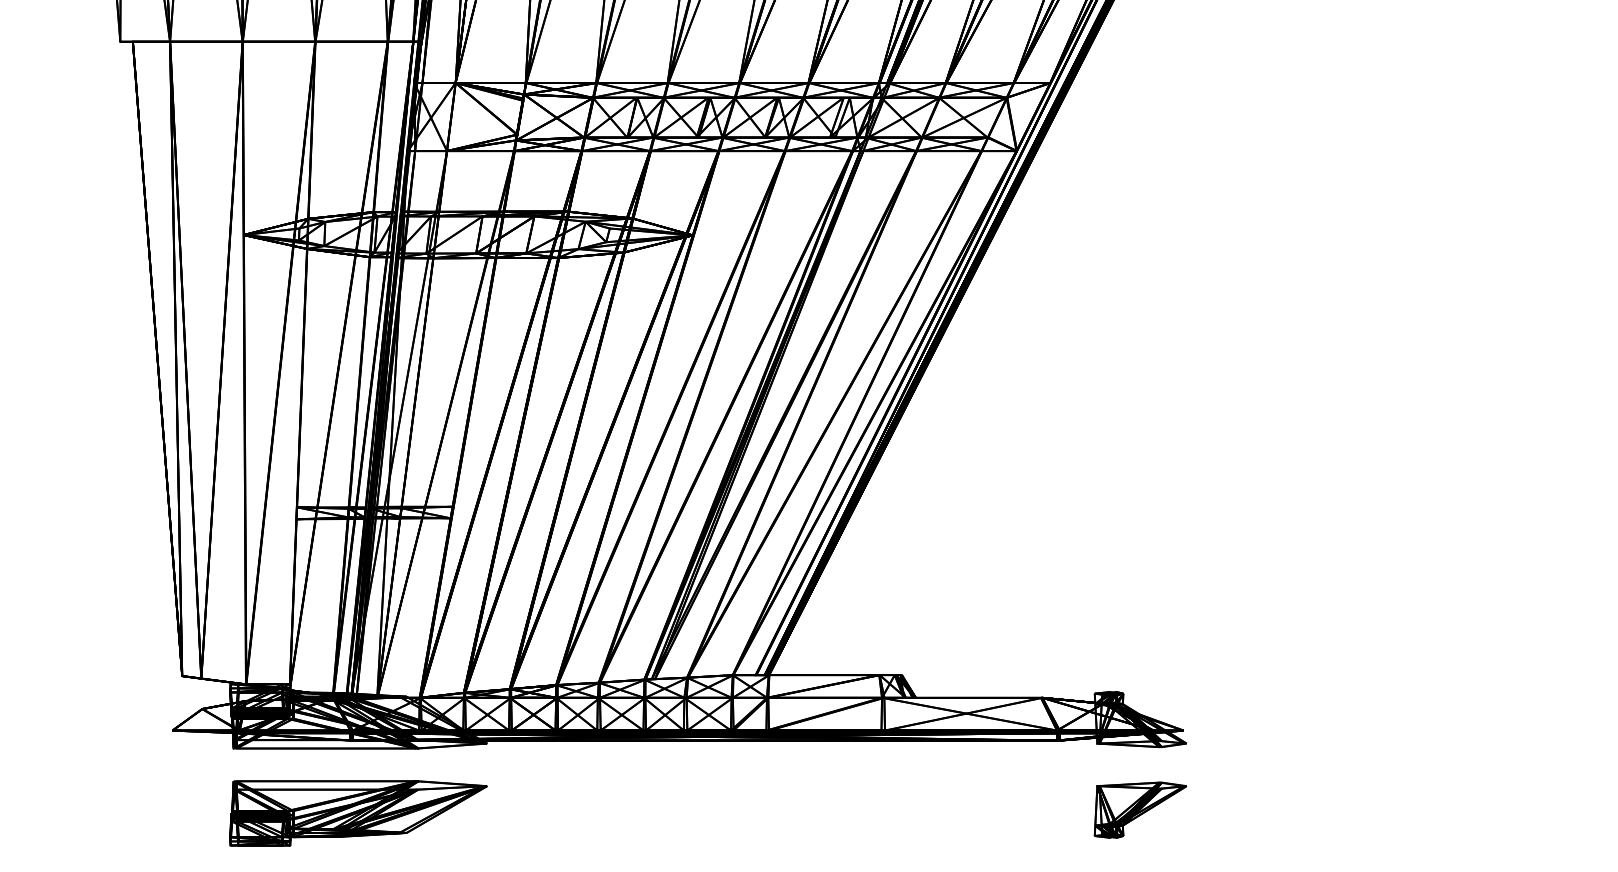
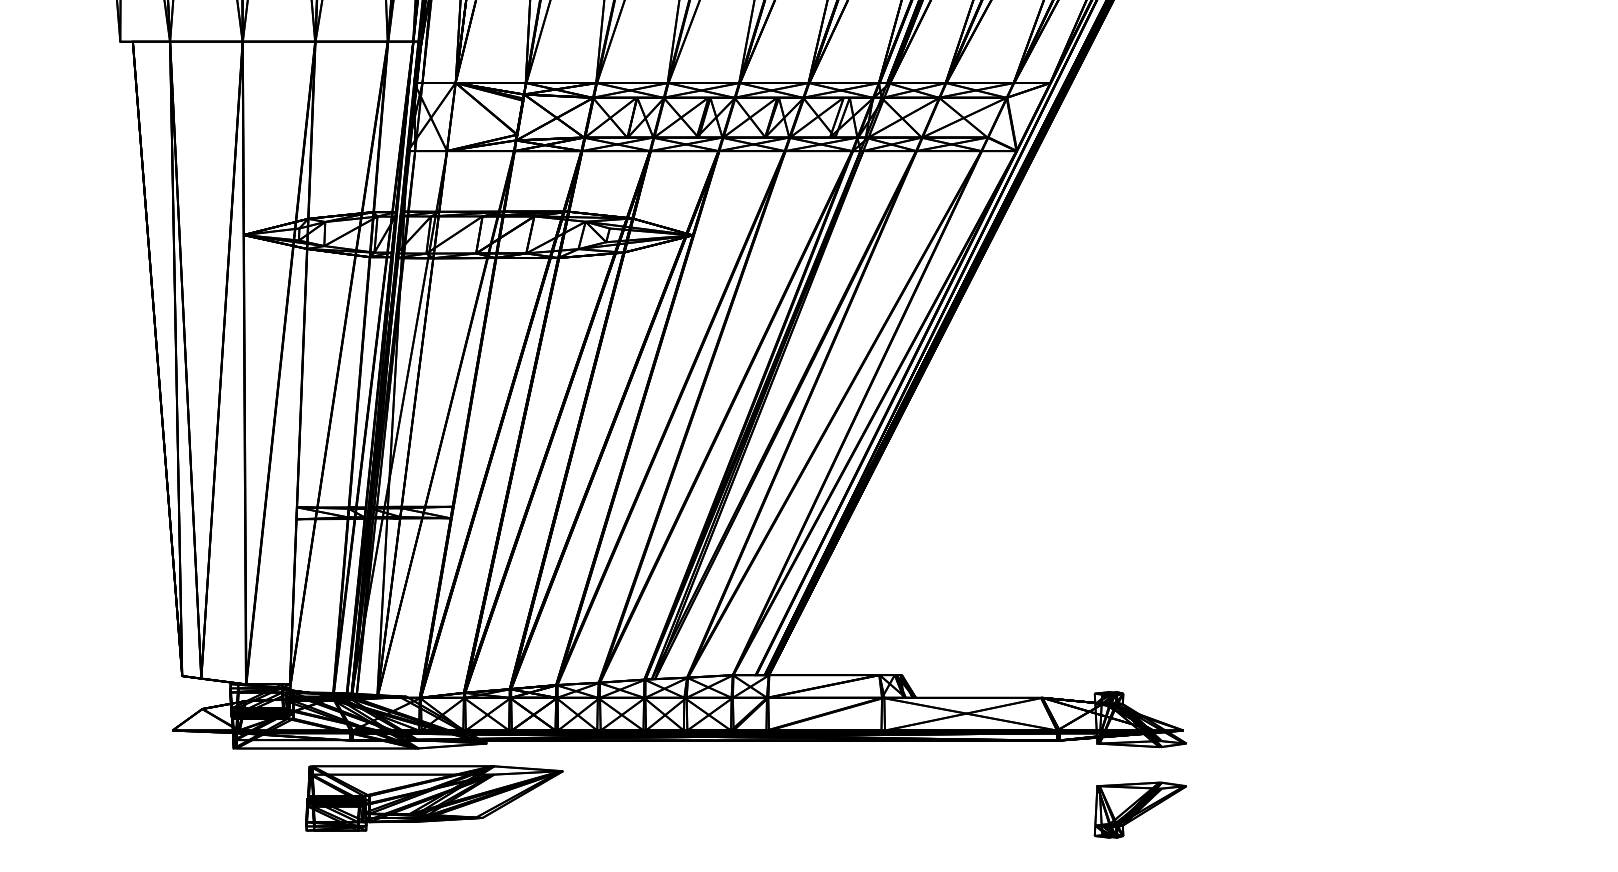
part at (358, 813) position: (358, 813) -> (434, 798)
